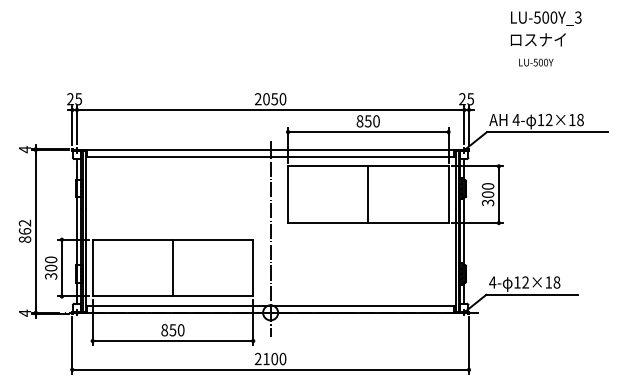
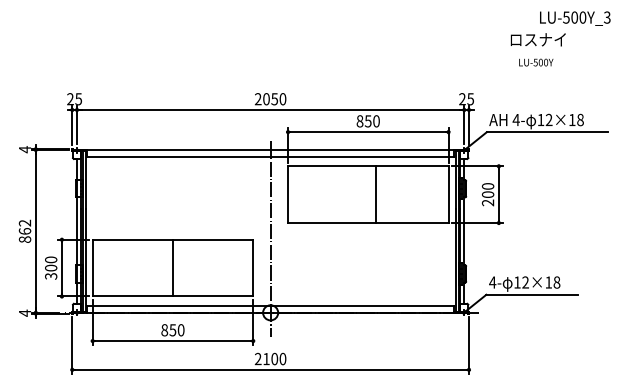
text at (546, 18) position: (546, 18) -> (575, 18)
line at (368, 194) position: (368, 194) -> (376, 194)
text at (488, 202): 300 -> 200
